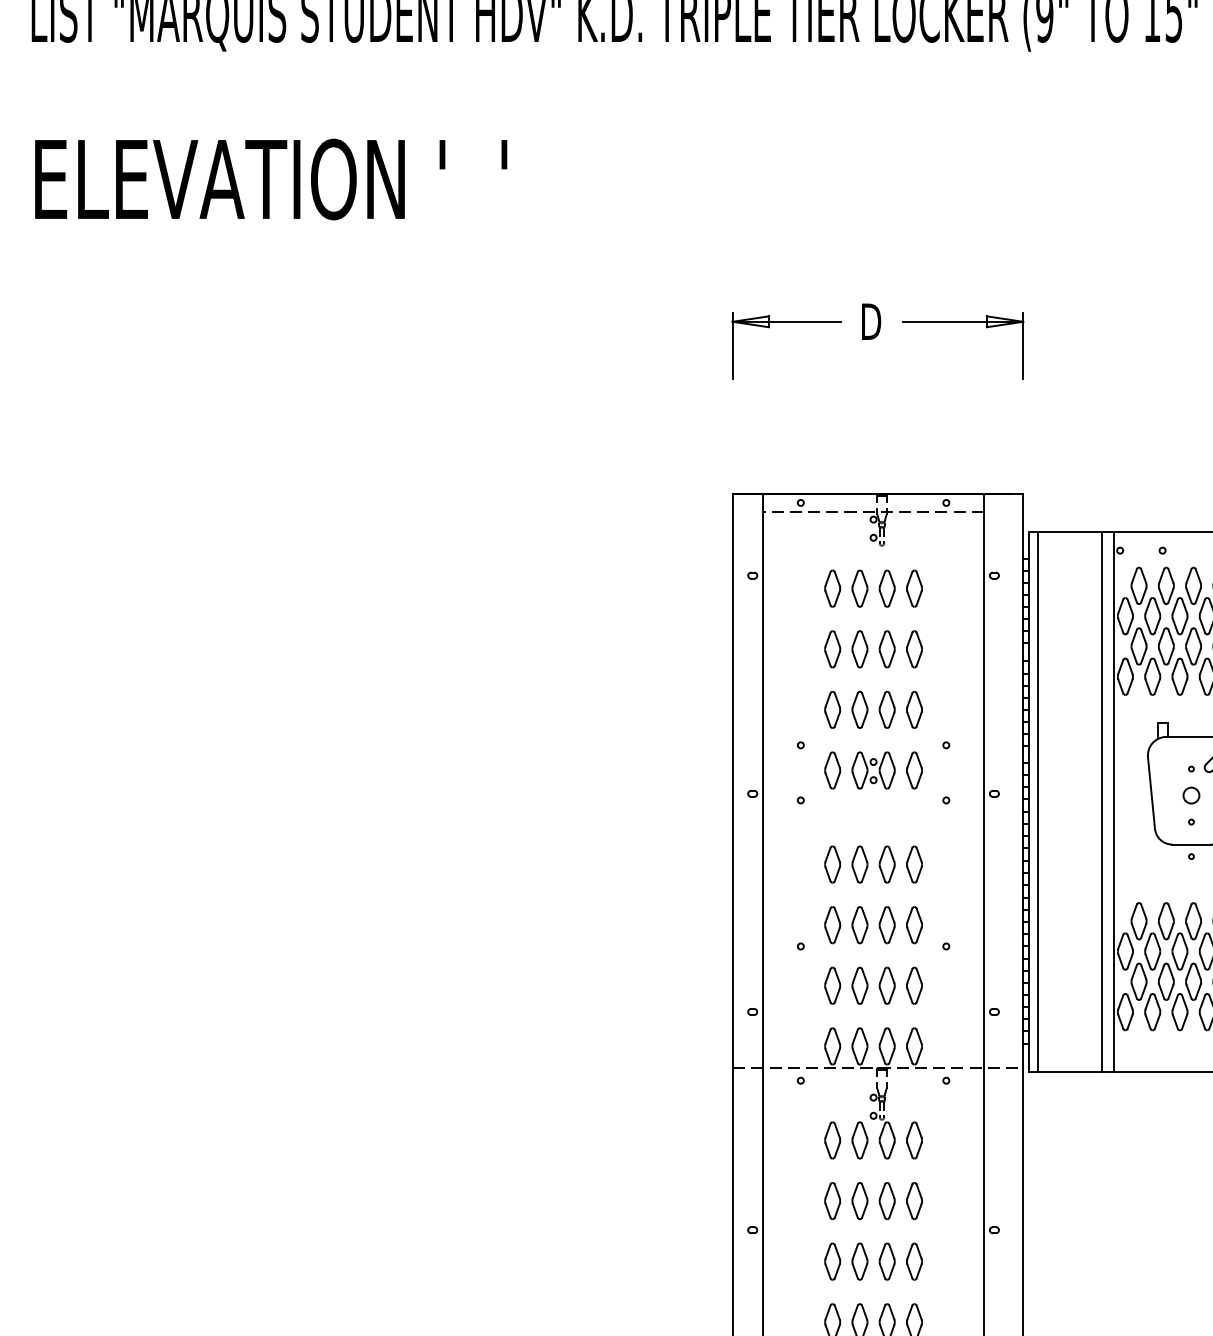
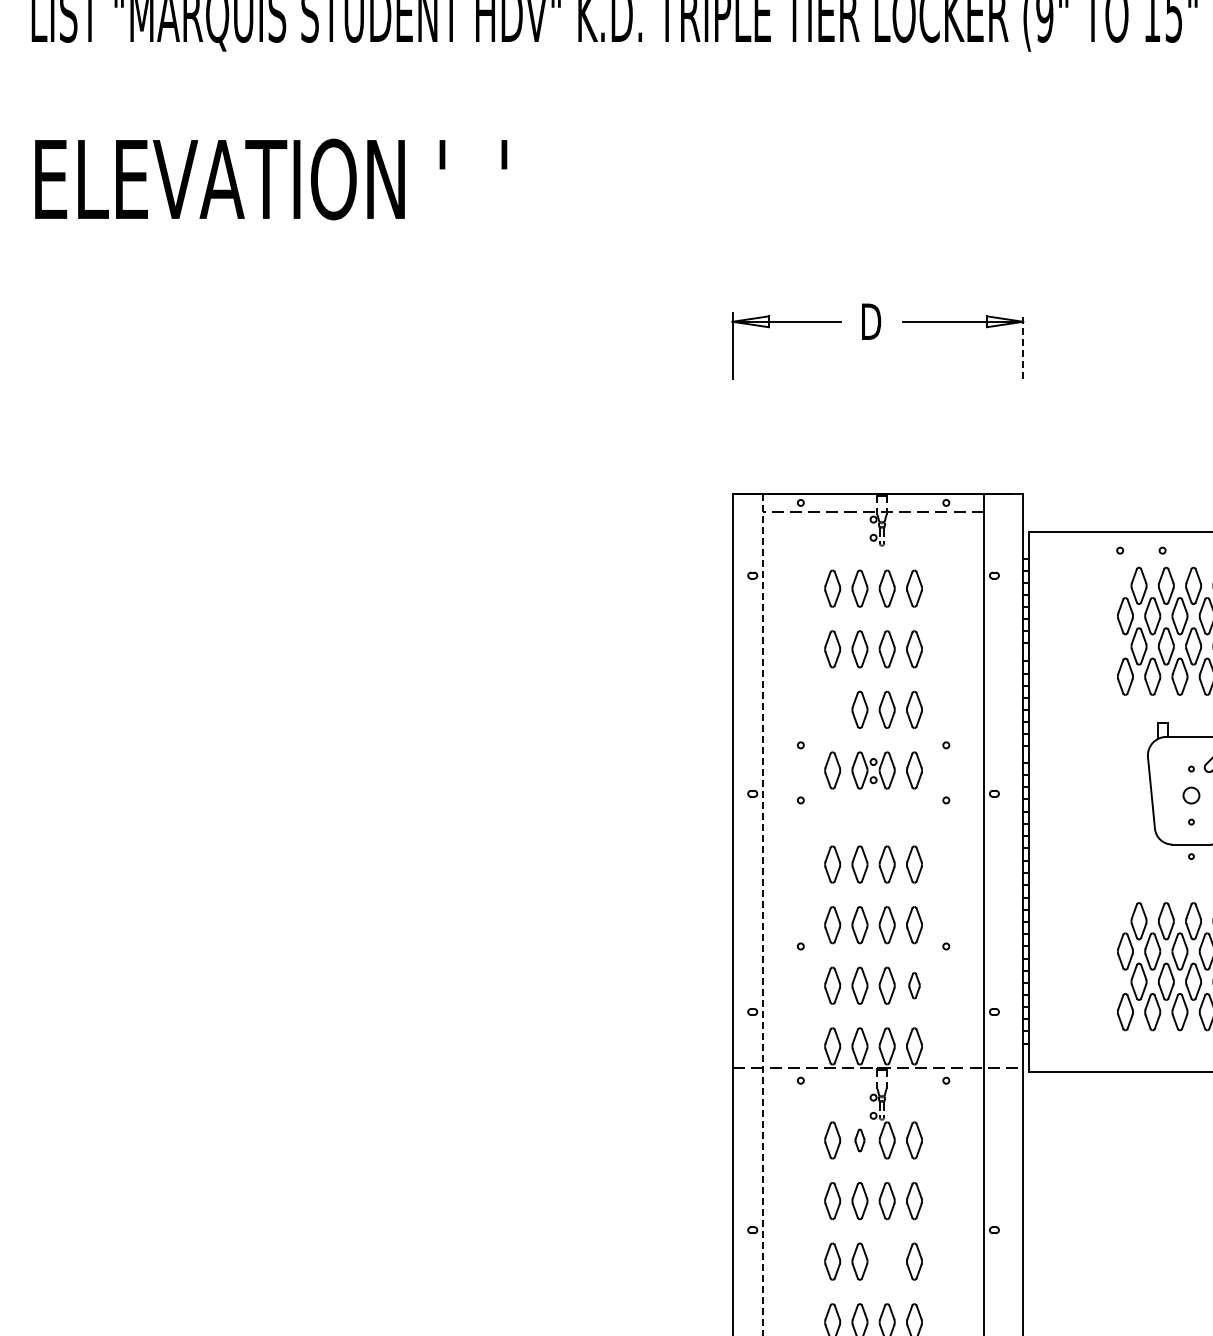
line at (1023, 345): solid -> dashed
part at (832, 709): present -> none
line at (1038, 801): present -> none
line at (1101, 801): present -> none
line at (1114, 801): present -> none
line at (762, 914): solid -> dashed
part at (914, 985) size: 17x39 px -> 13x28 px
part at (859, 1140) size: 18x39 px -> 12x25 px
part at (886, 1261): present -> none
